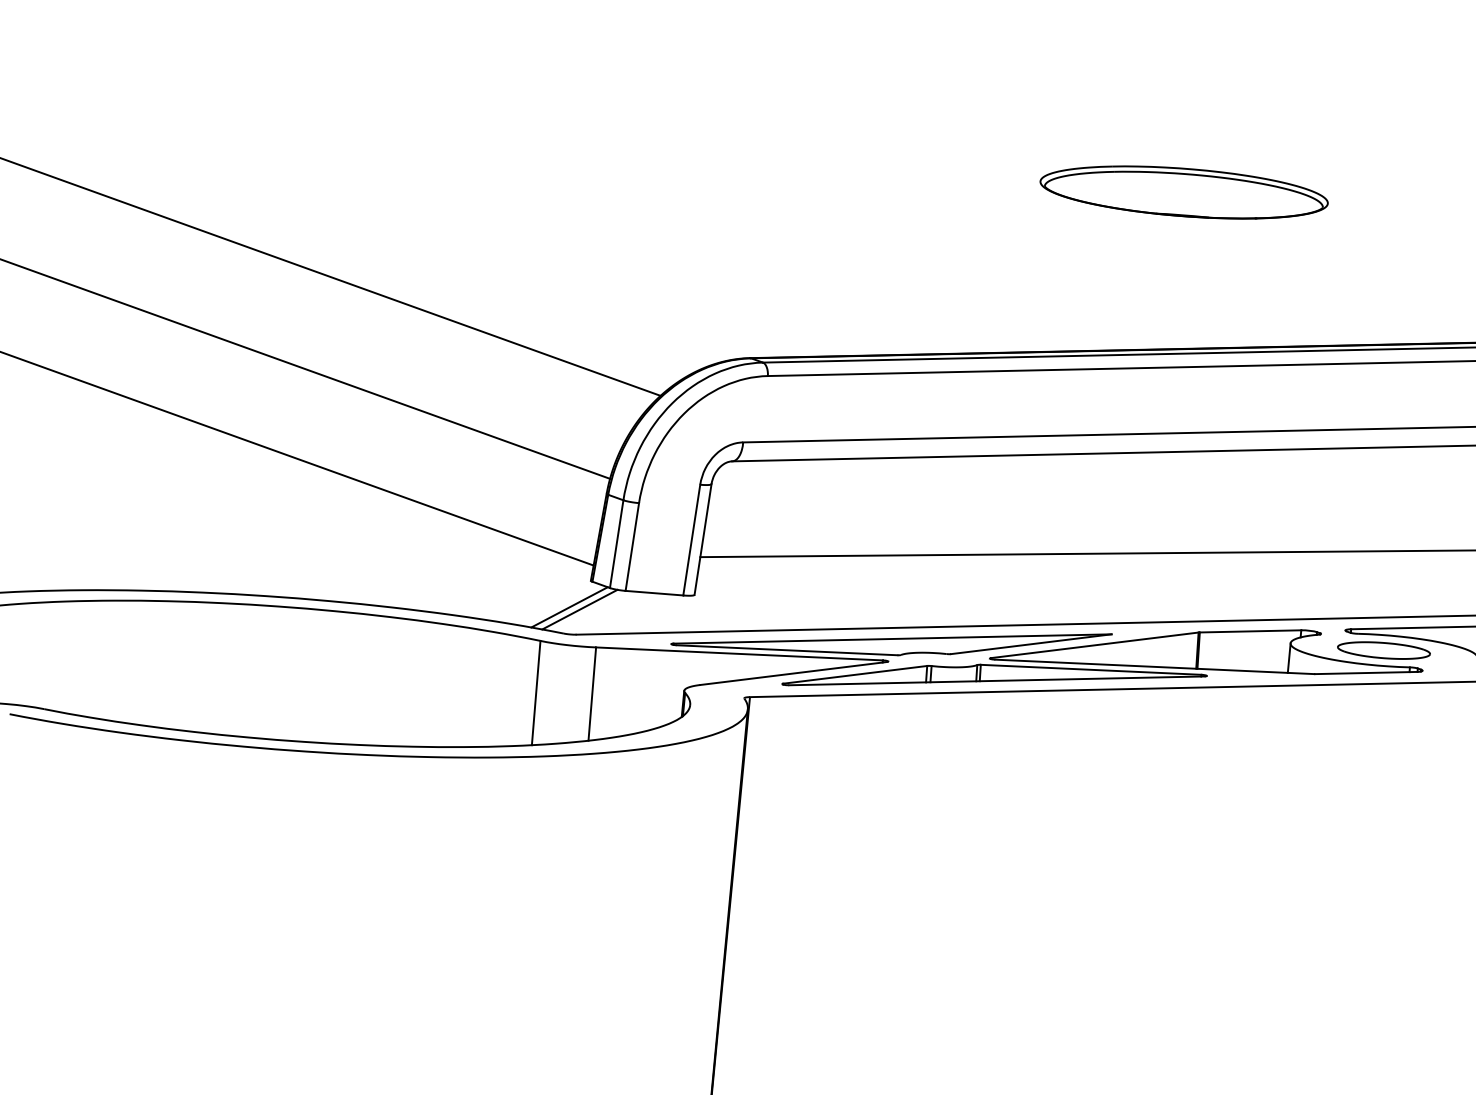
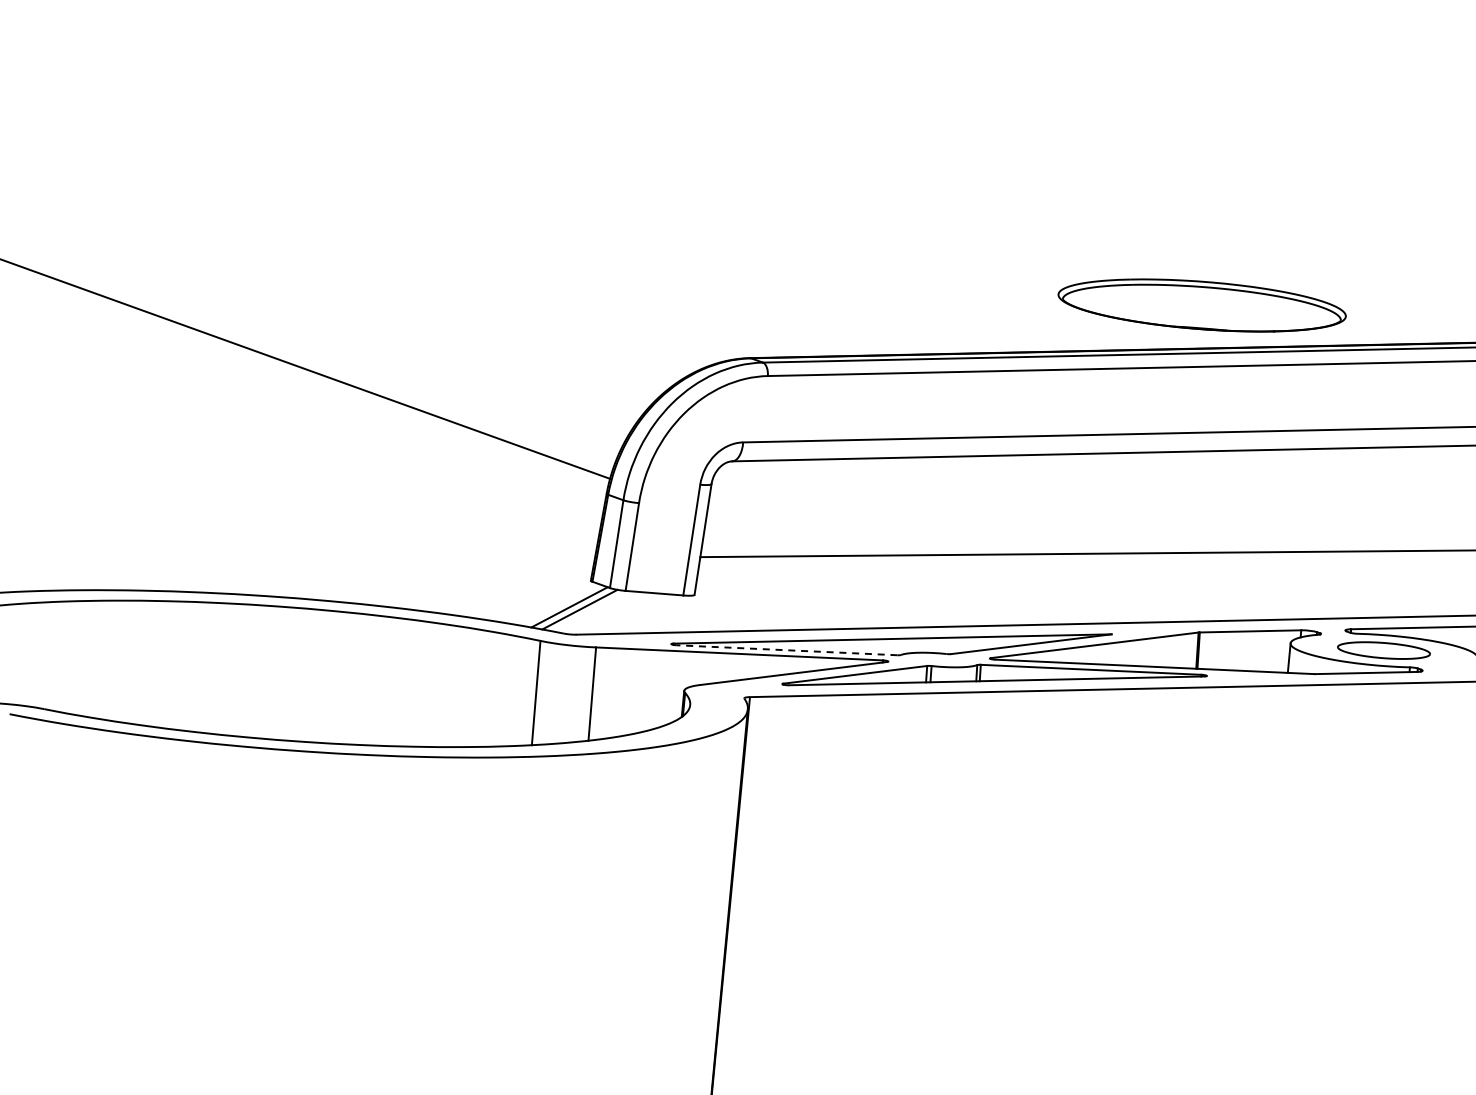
part at (1183, 192) position: (1183, 192) -> (1201, 305)
line at (331, 276): present -> none
line at (297, 458): present -> none
line at (786, 650): solid -> dashed
